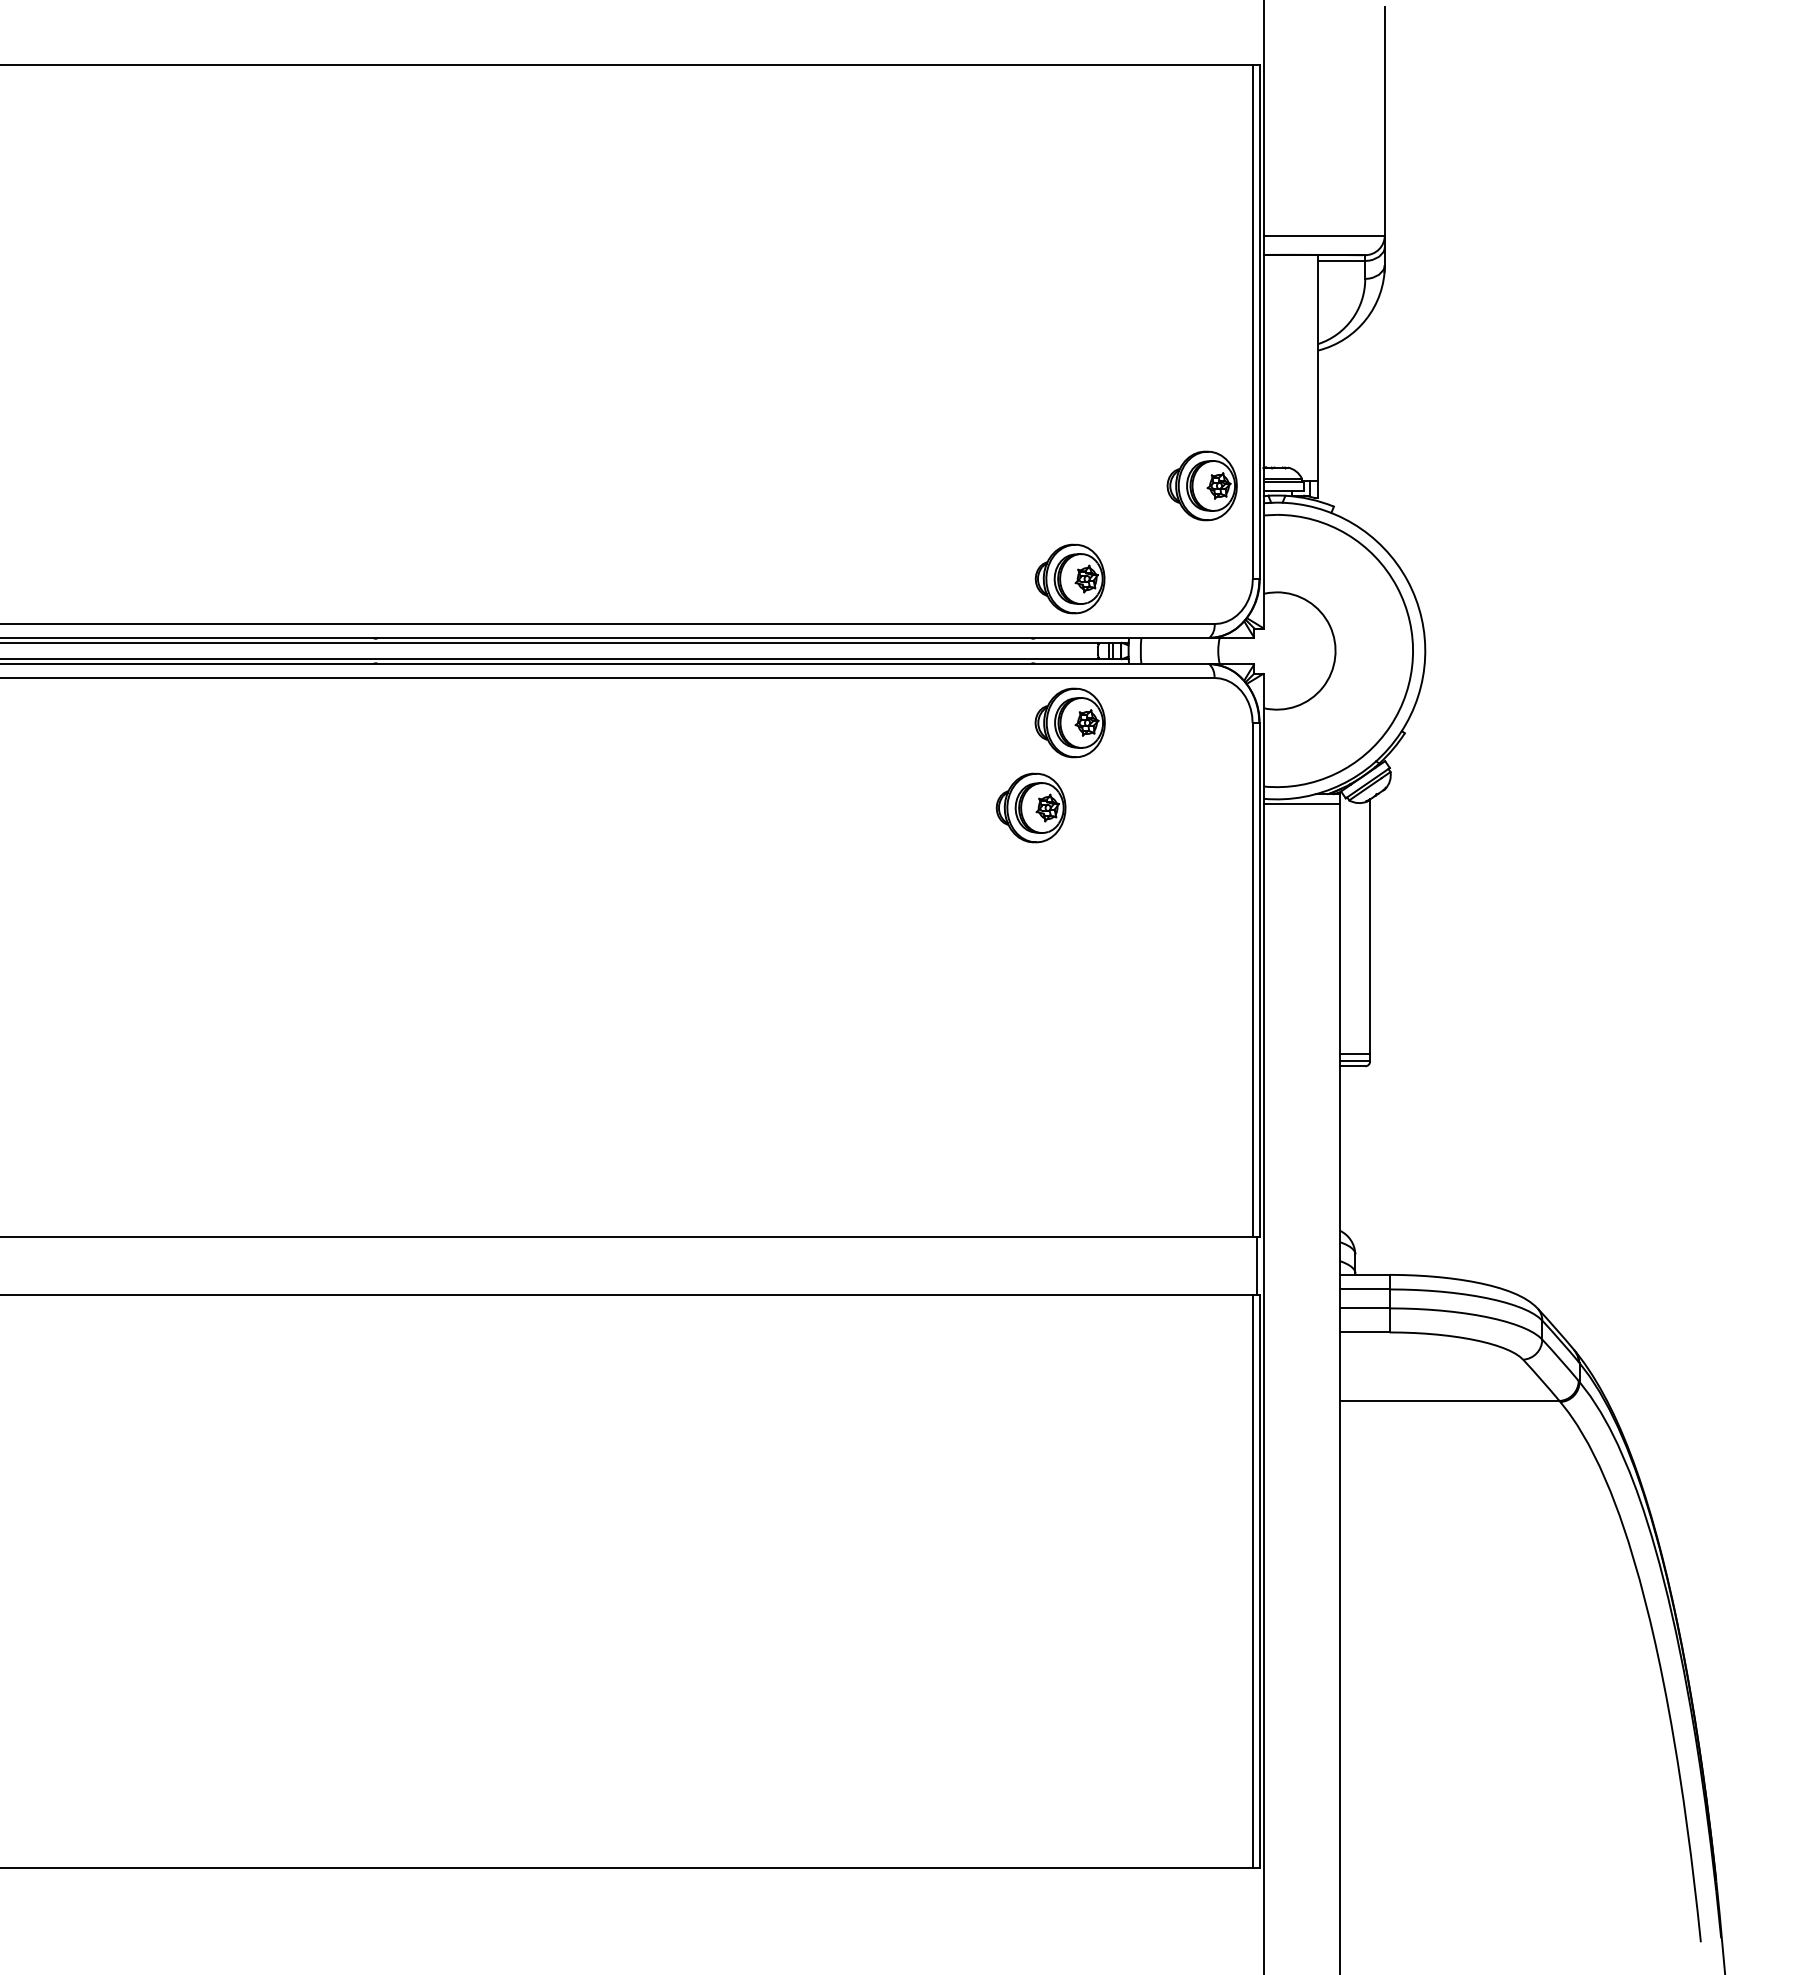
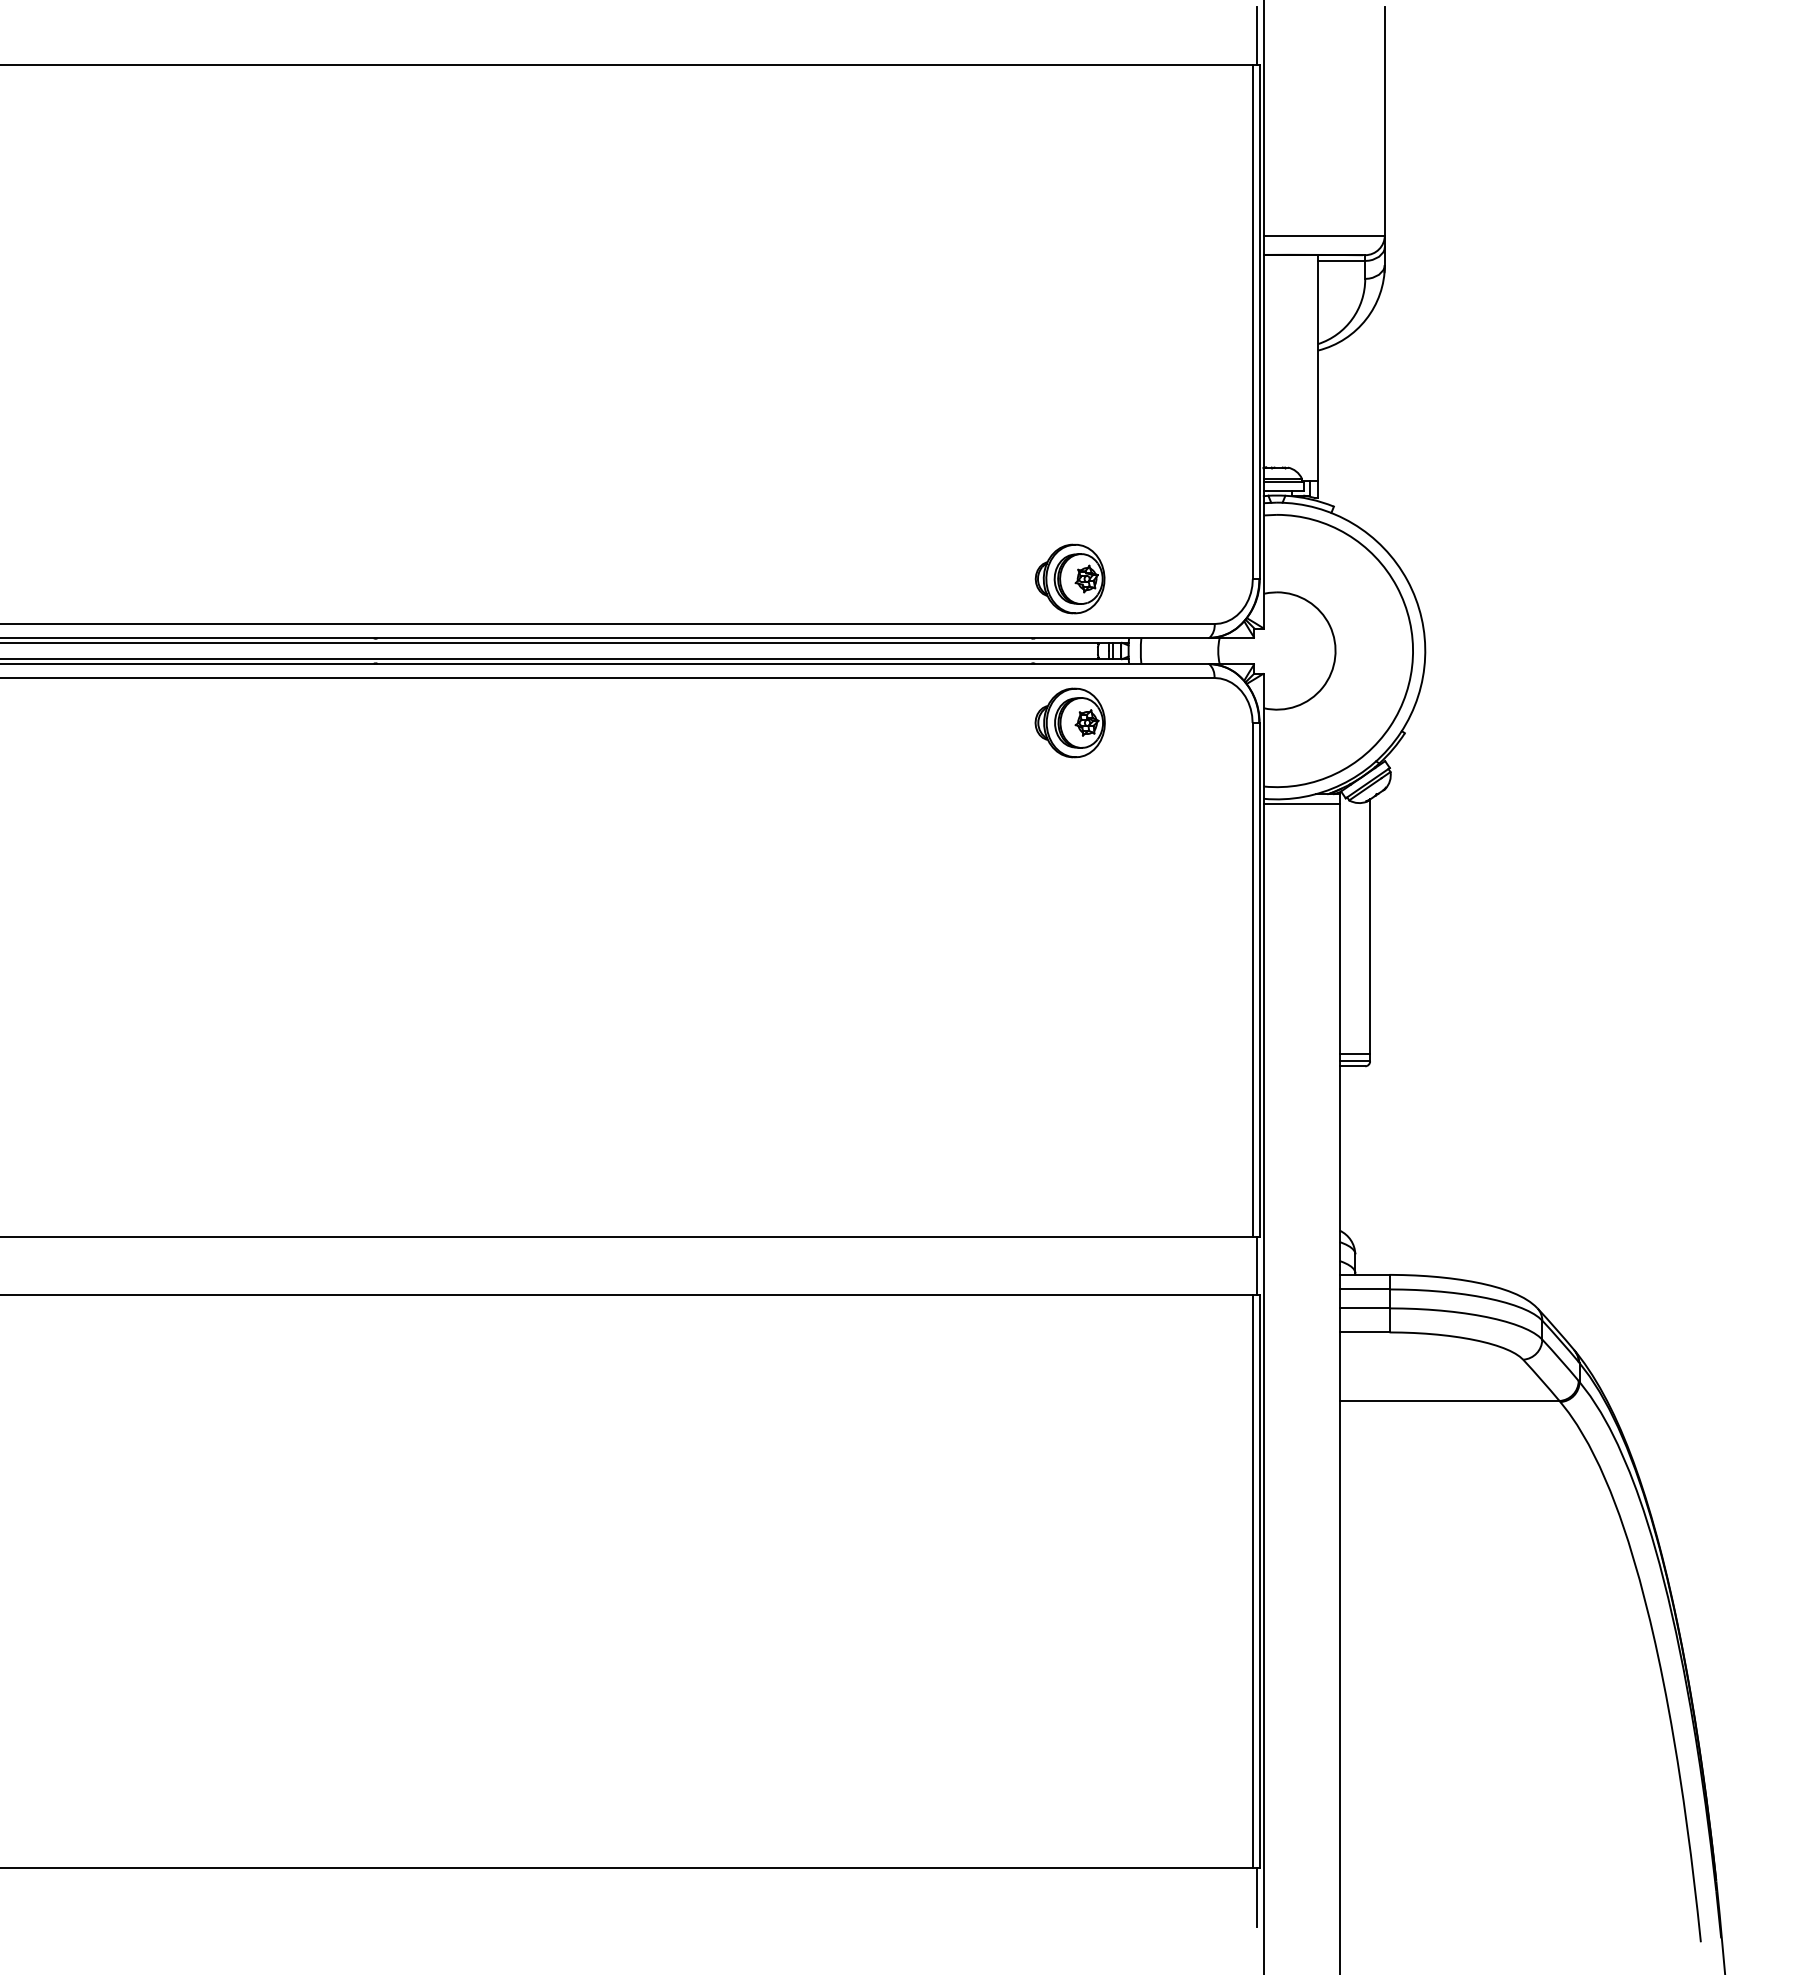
line at (1256, 35): none -> present
part at (1201, 485): present -> none
part at (1030, 807): present -> none
line at (1256, 1896): none -> present
